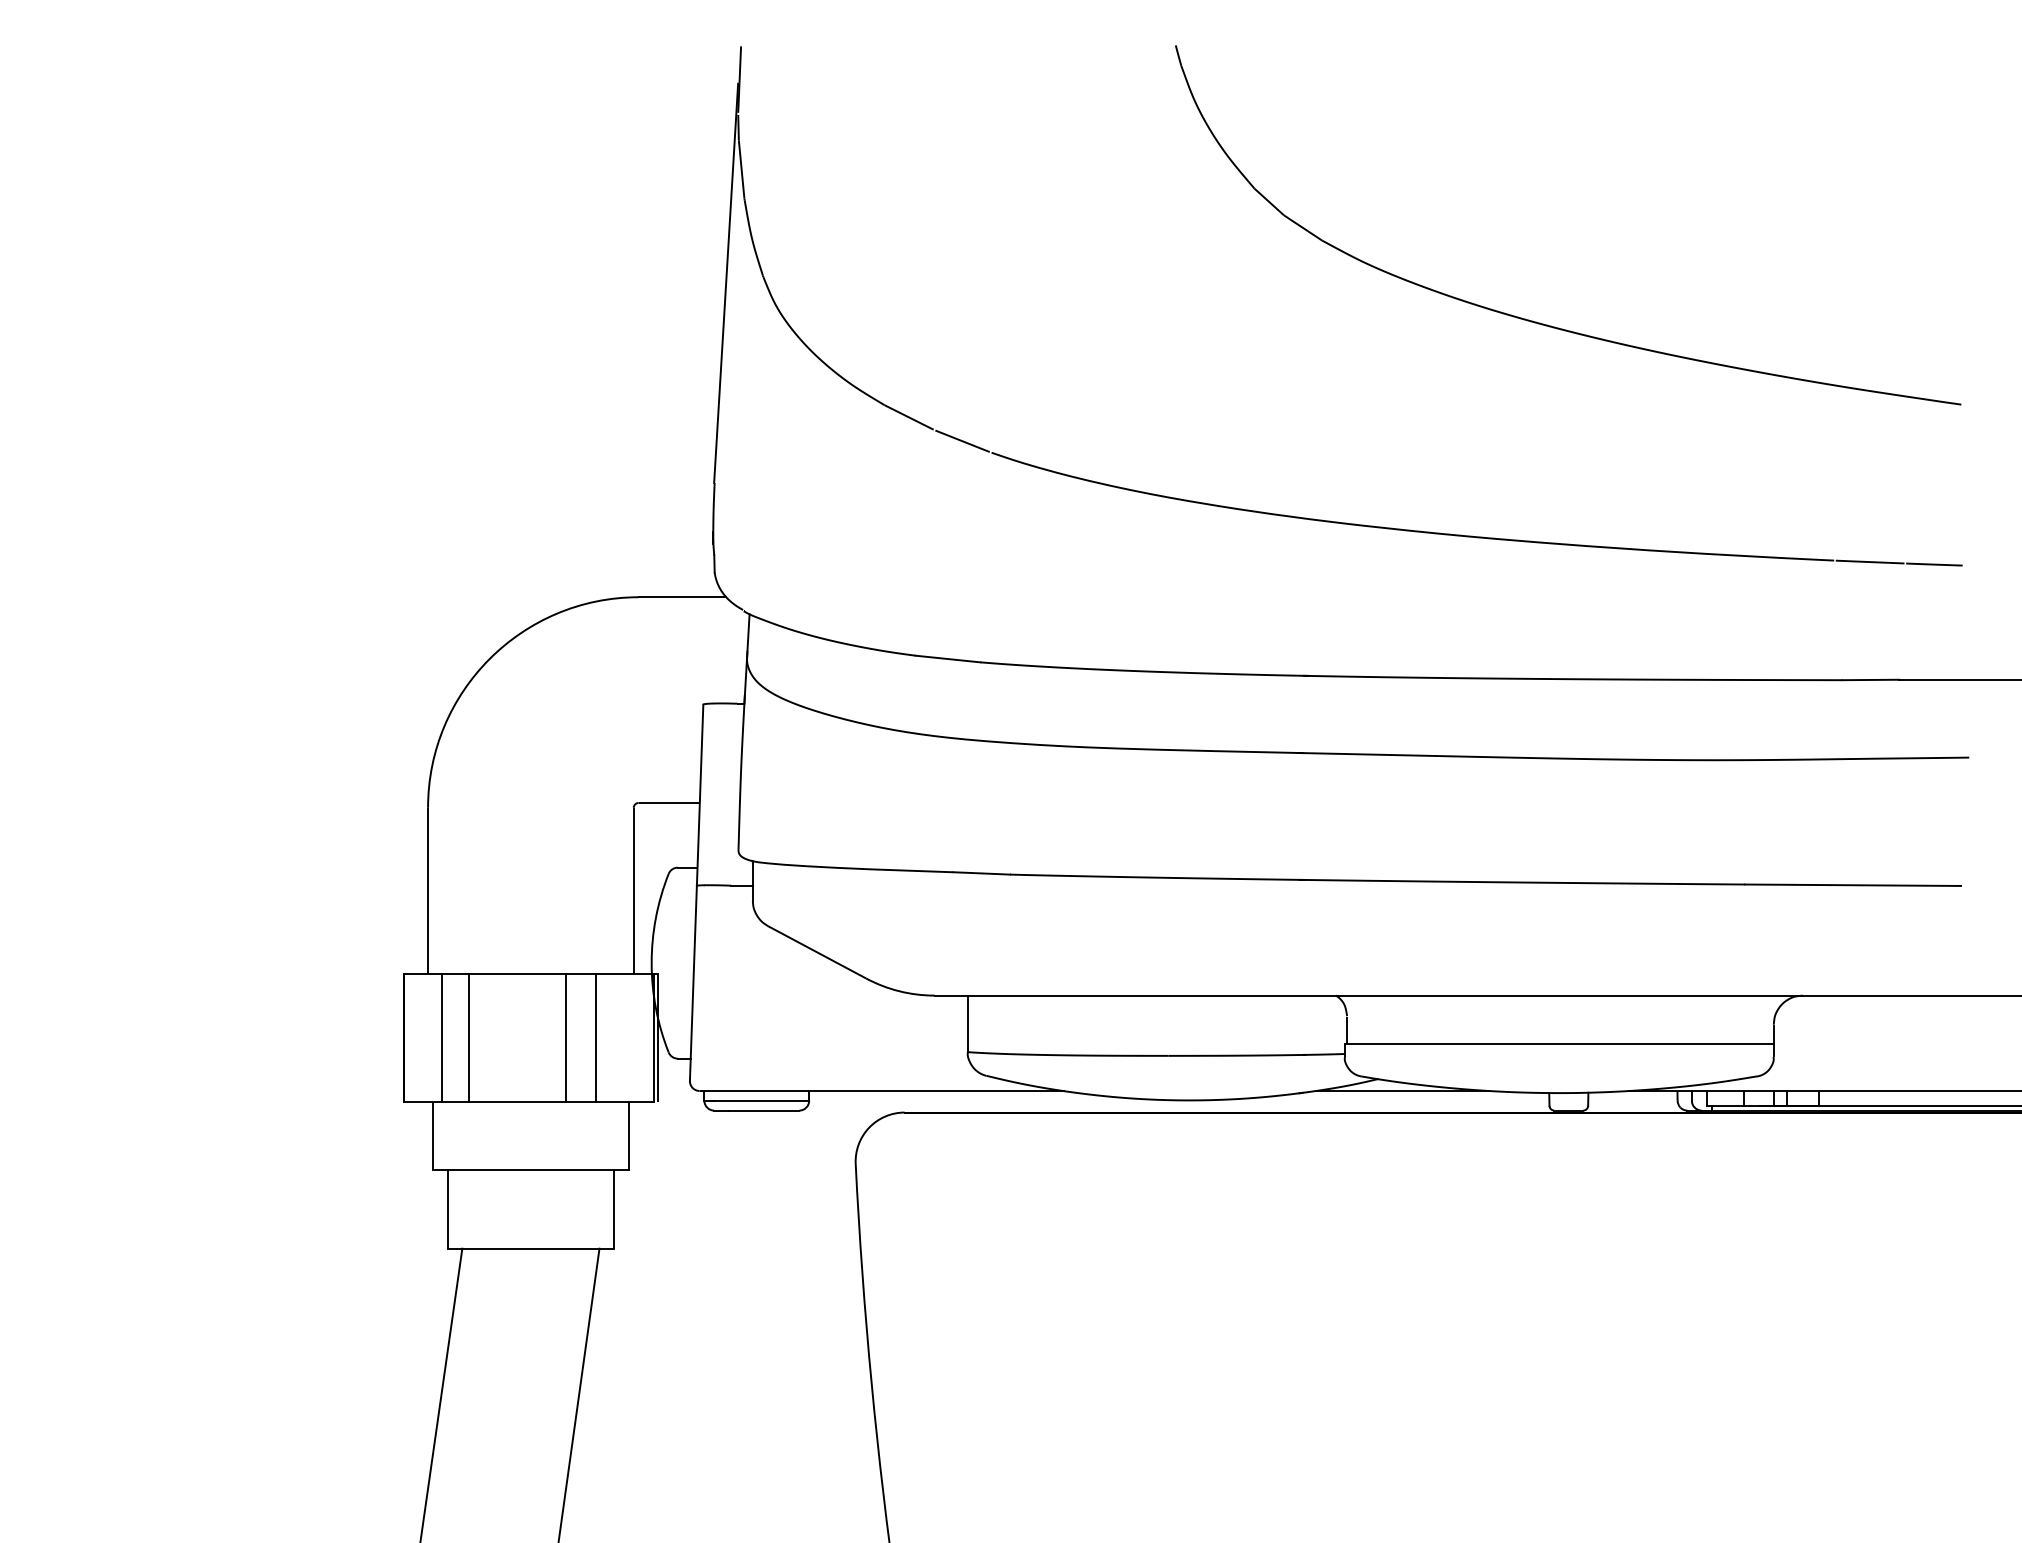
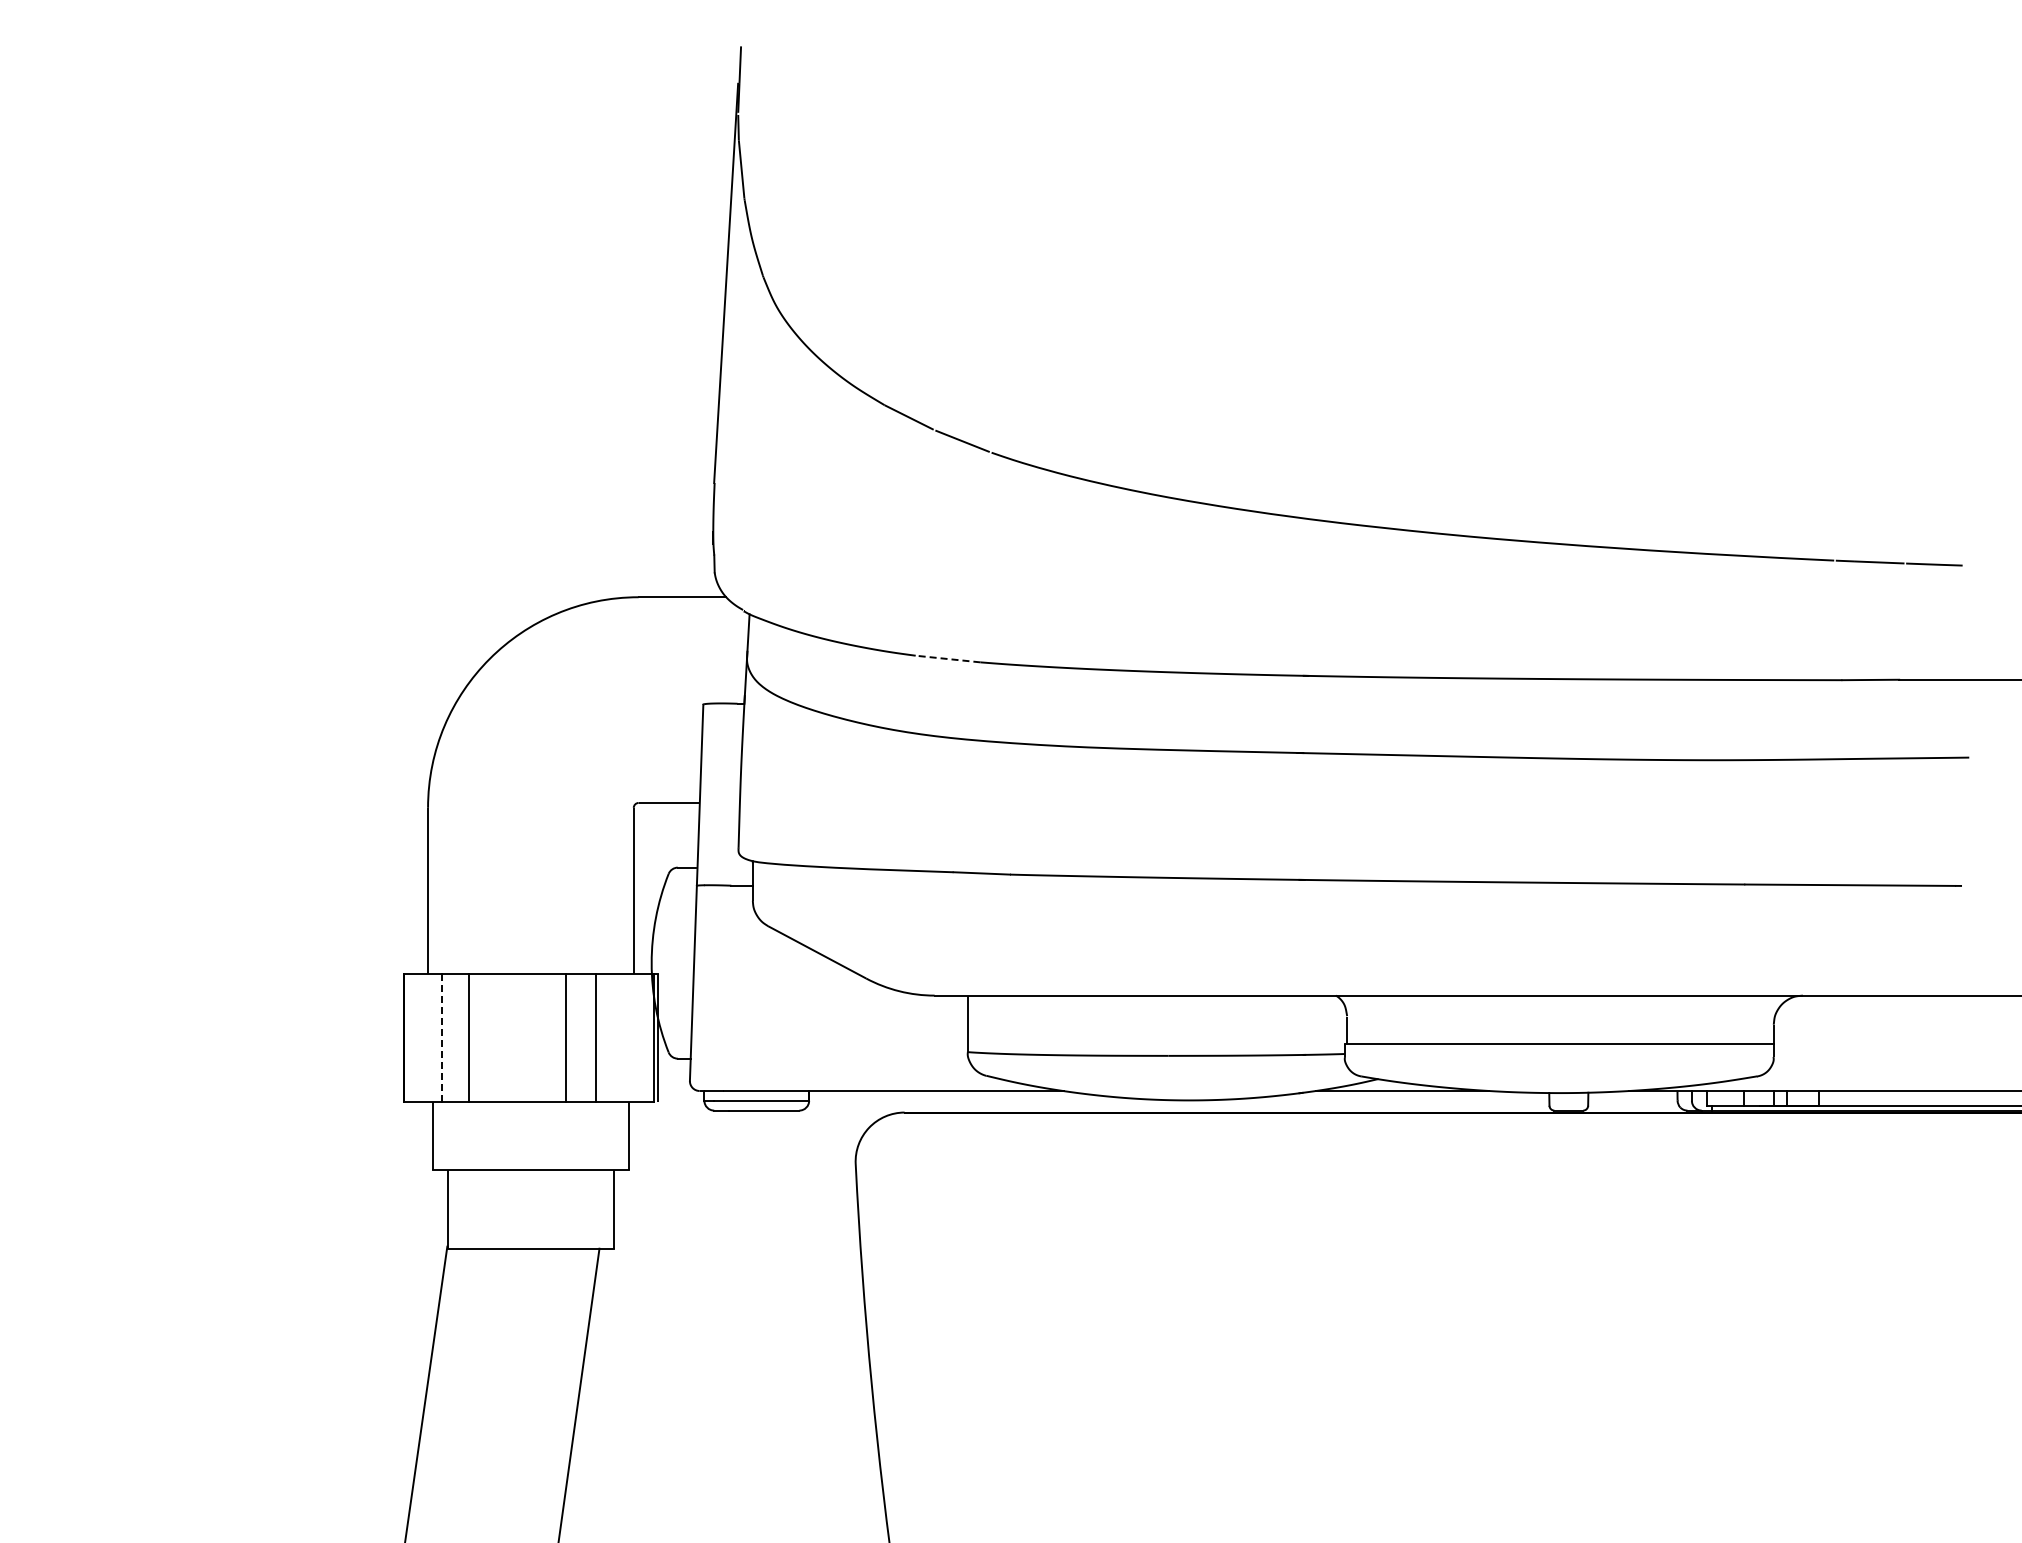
part at (1540, 322): present -> none
line at (947, 658): solid -> dashed
line at (442, 1038): solid -> dashed
line at (441, 1393) position: (441, 1393) -> (426, 1392)
